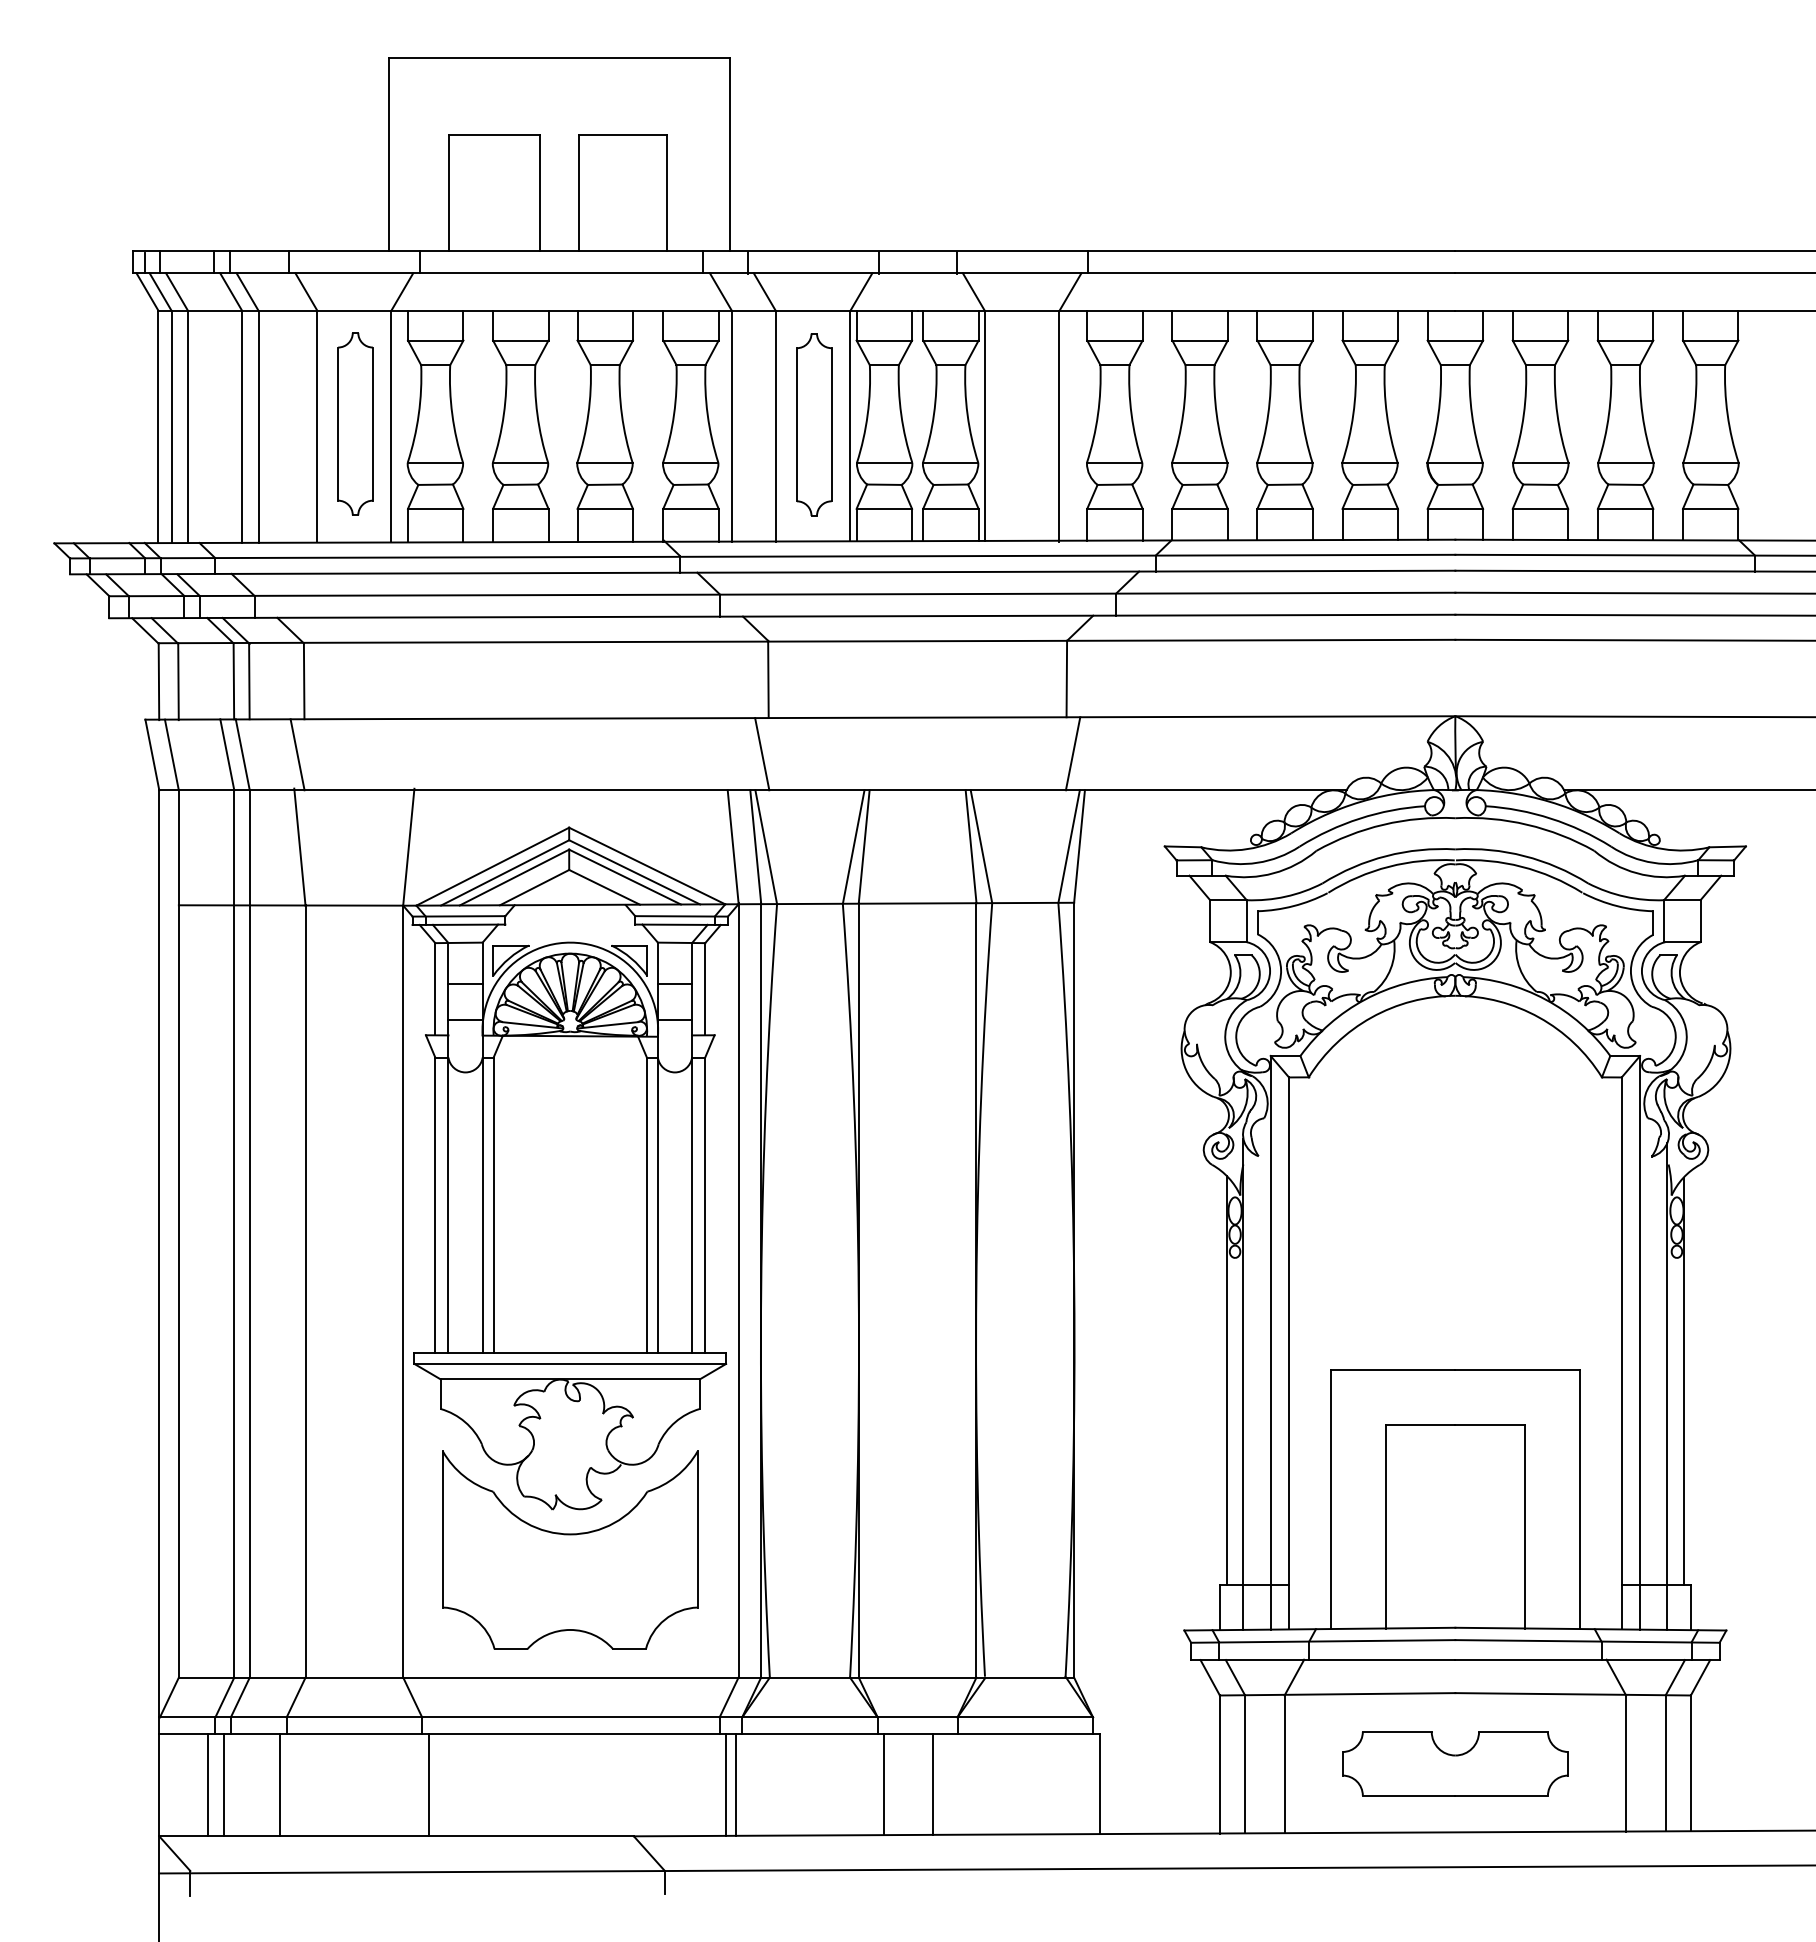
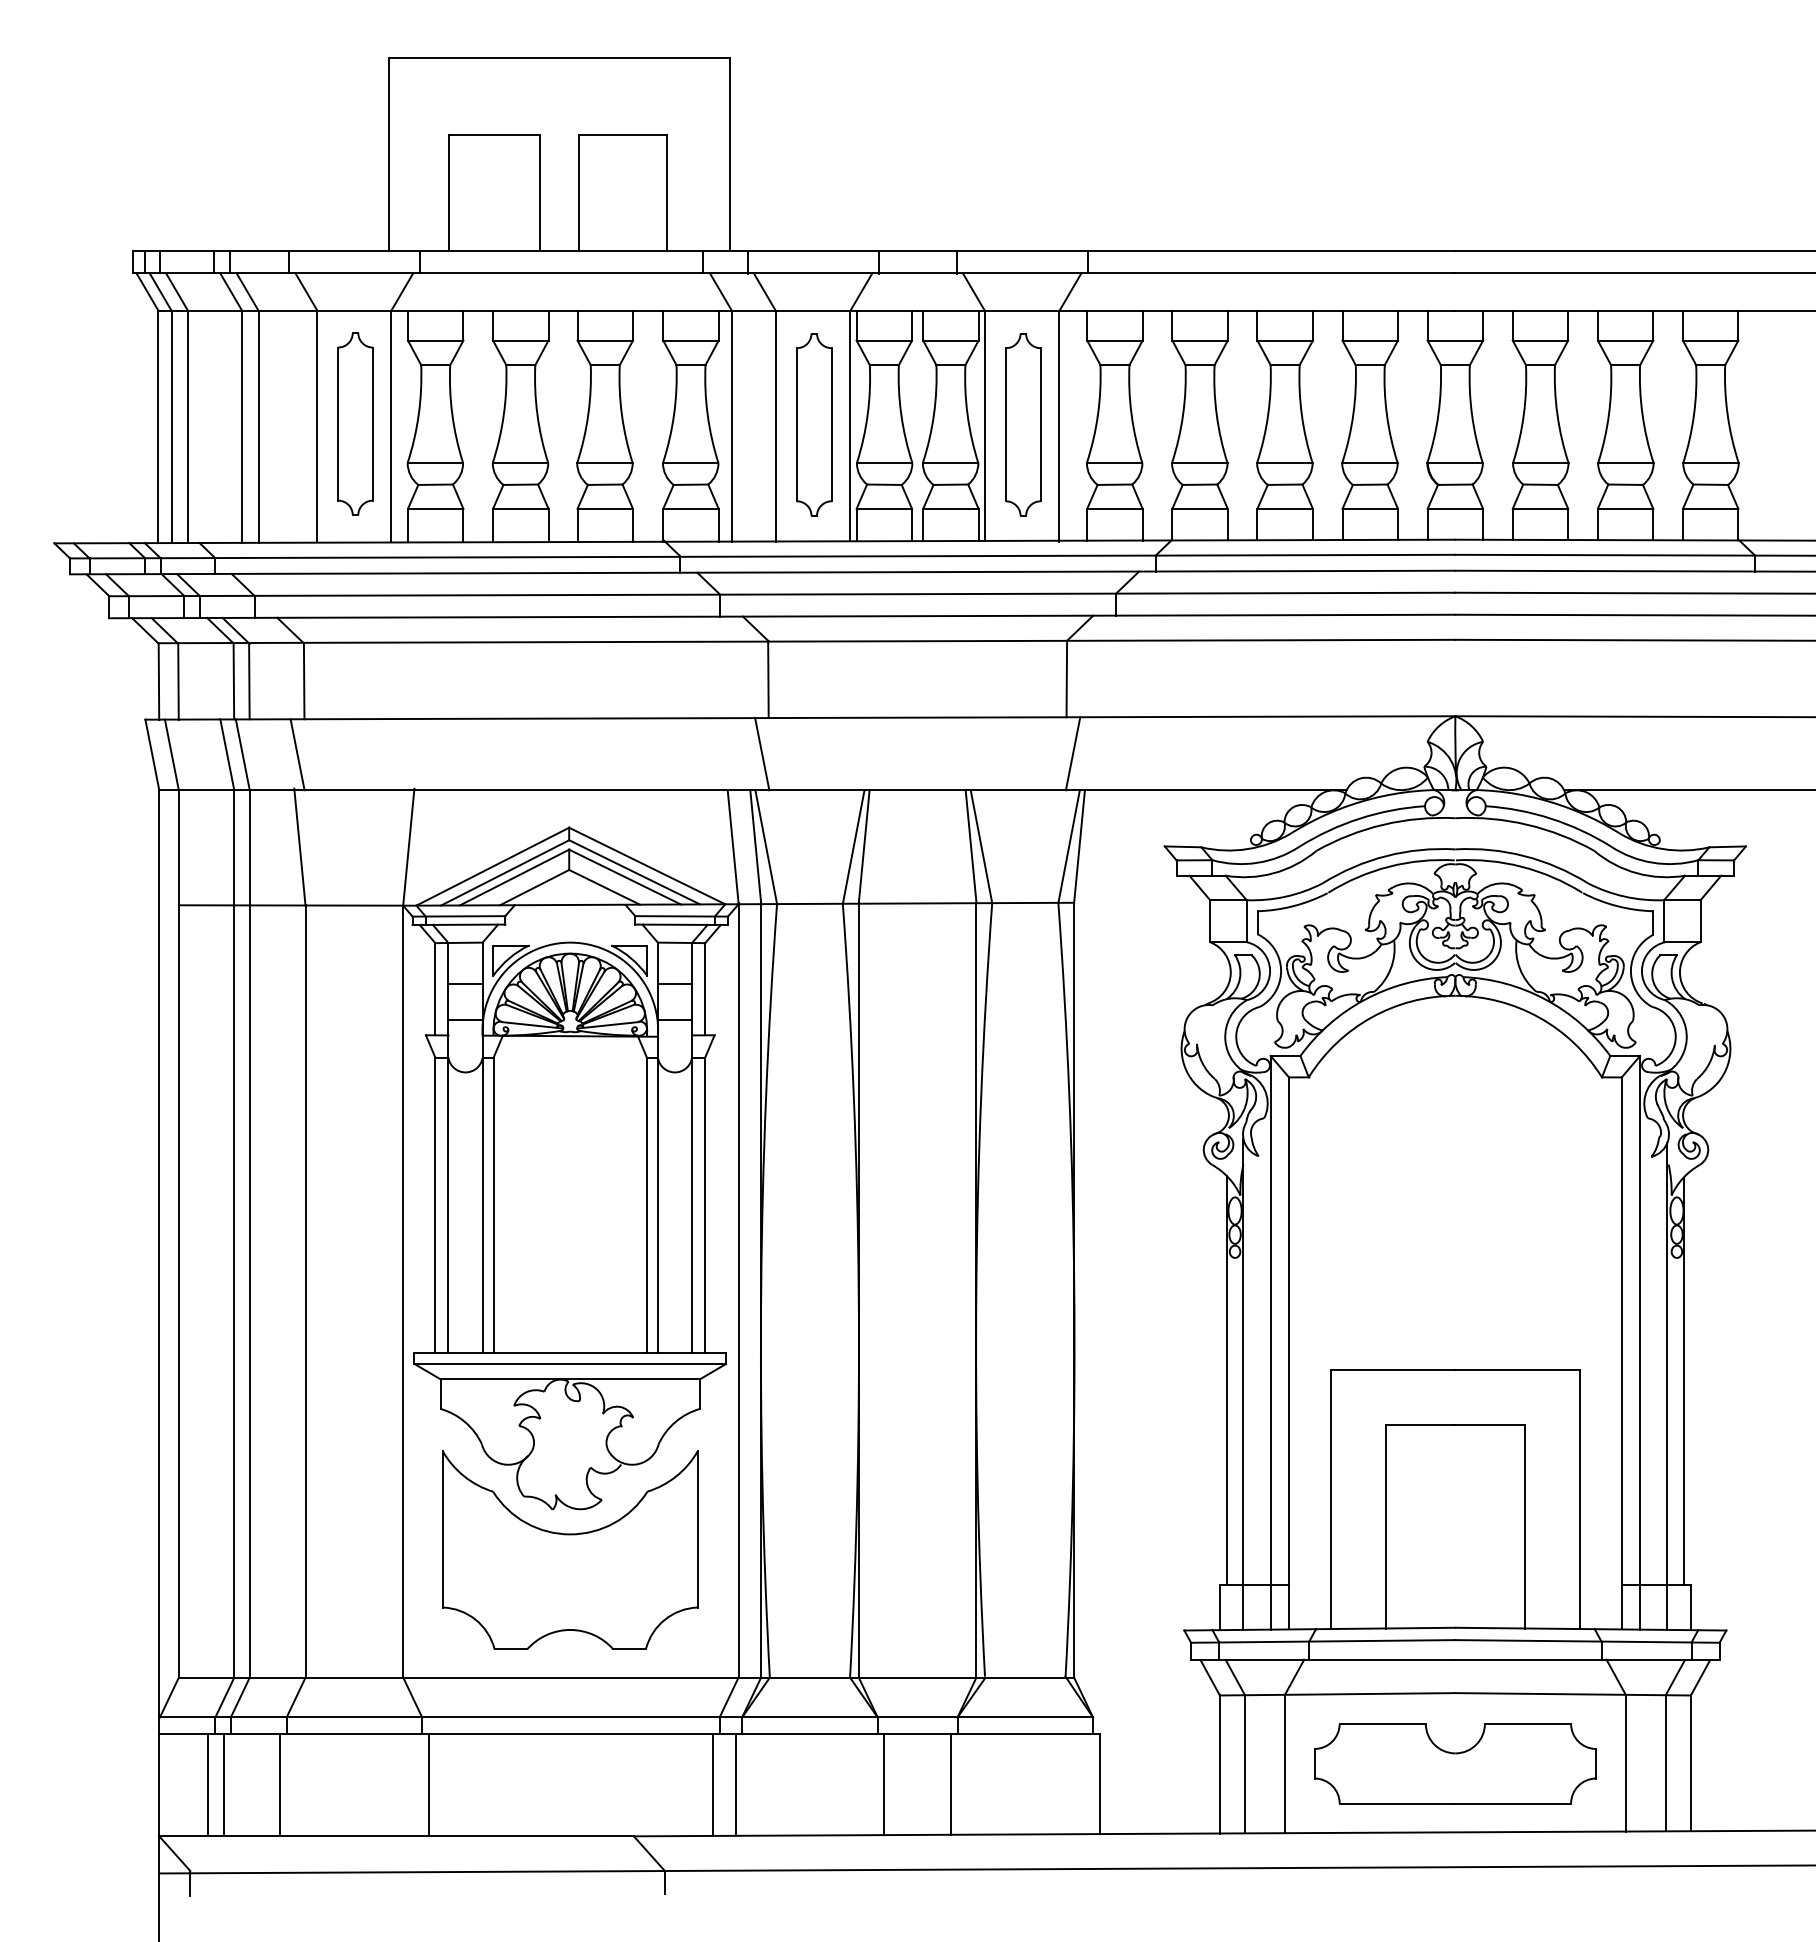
part at (1023, 424): none -> present
part at (1455, 1763) size: 227x66 px -> 283x82 px
line at (932, 1783) position: (932, 1783) -> (950, 1783)
line at (726, 1784) position: (726, 1784) -> (713, 1784)
